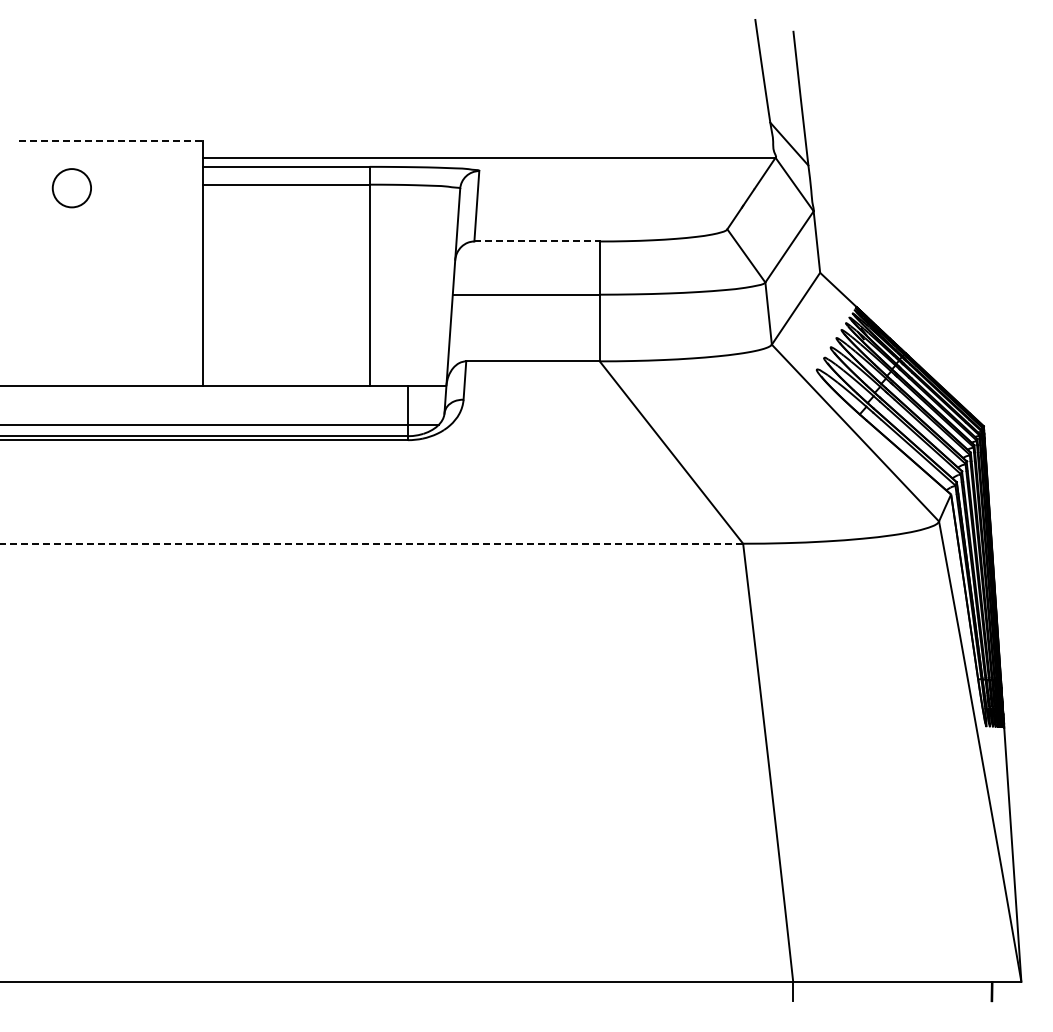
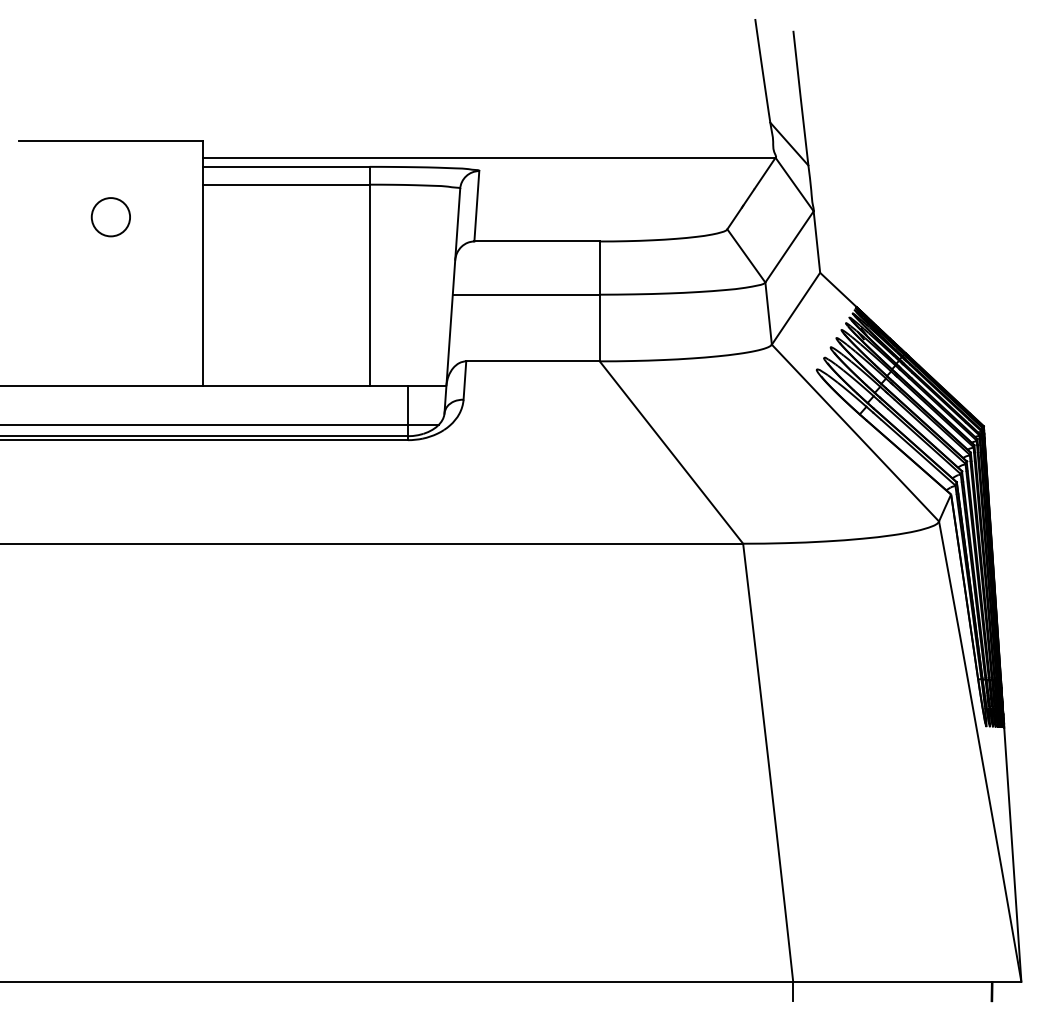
line at (111, 140): dashed -> solid
circle at (71, 188) position: (71, 188) -> (110, 217)
line at (537, 241): dashed -> solid
line at (371, 543): dashed -> solid
